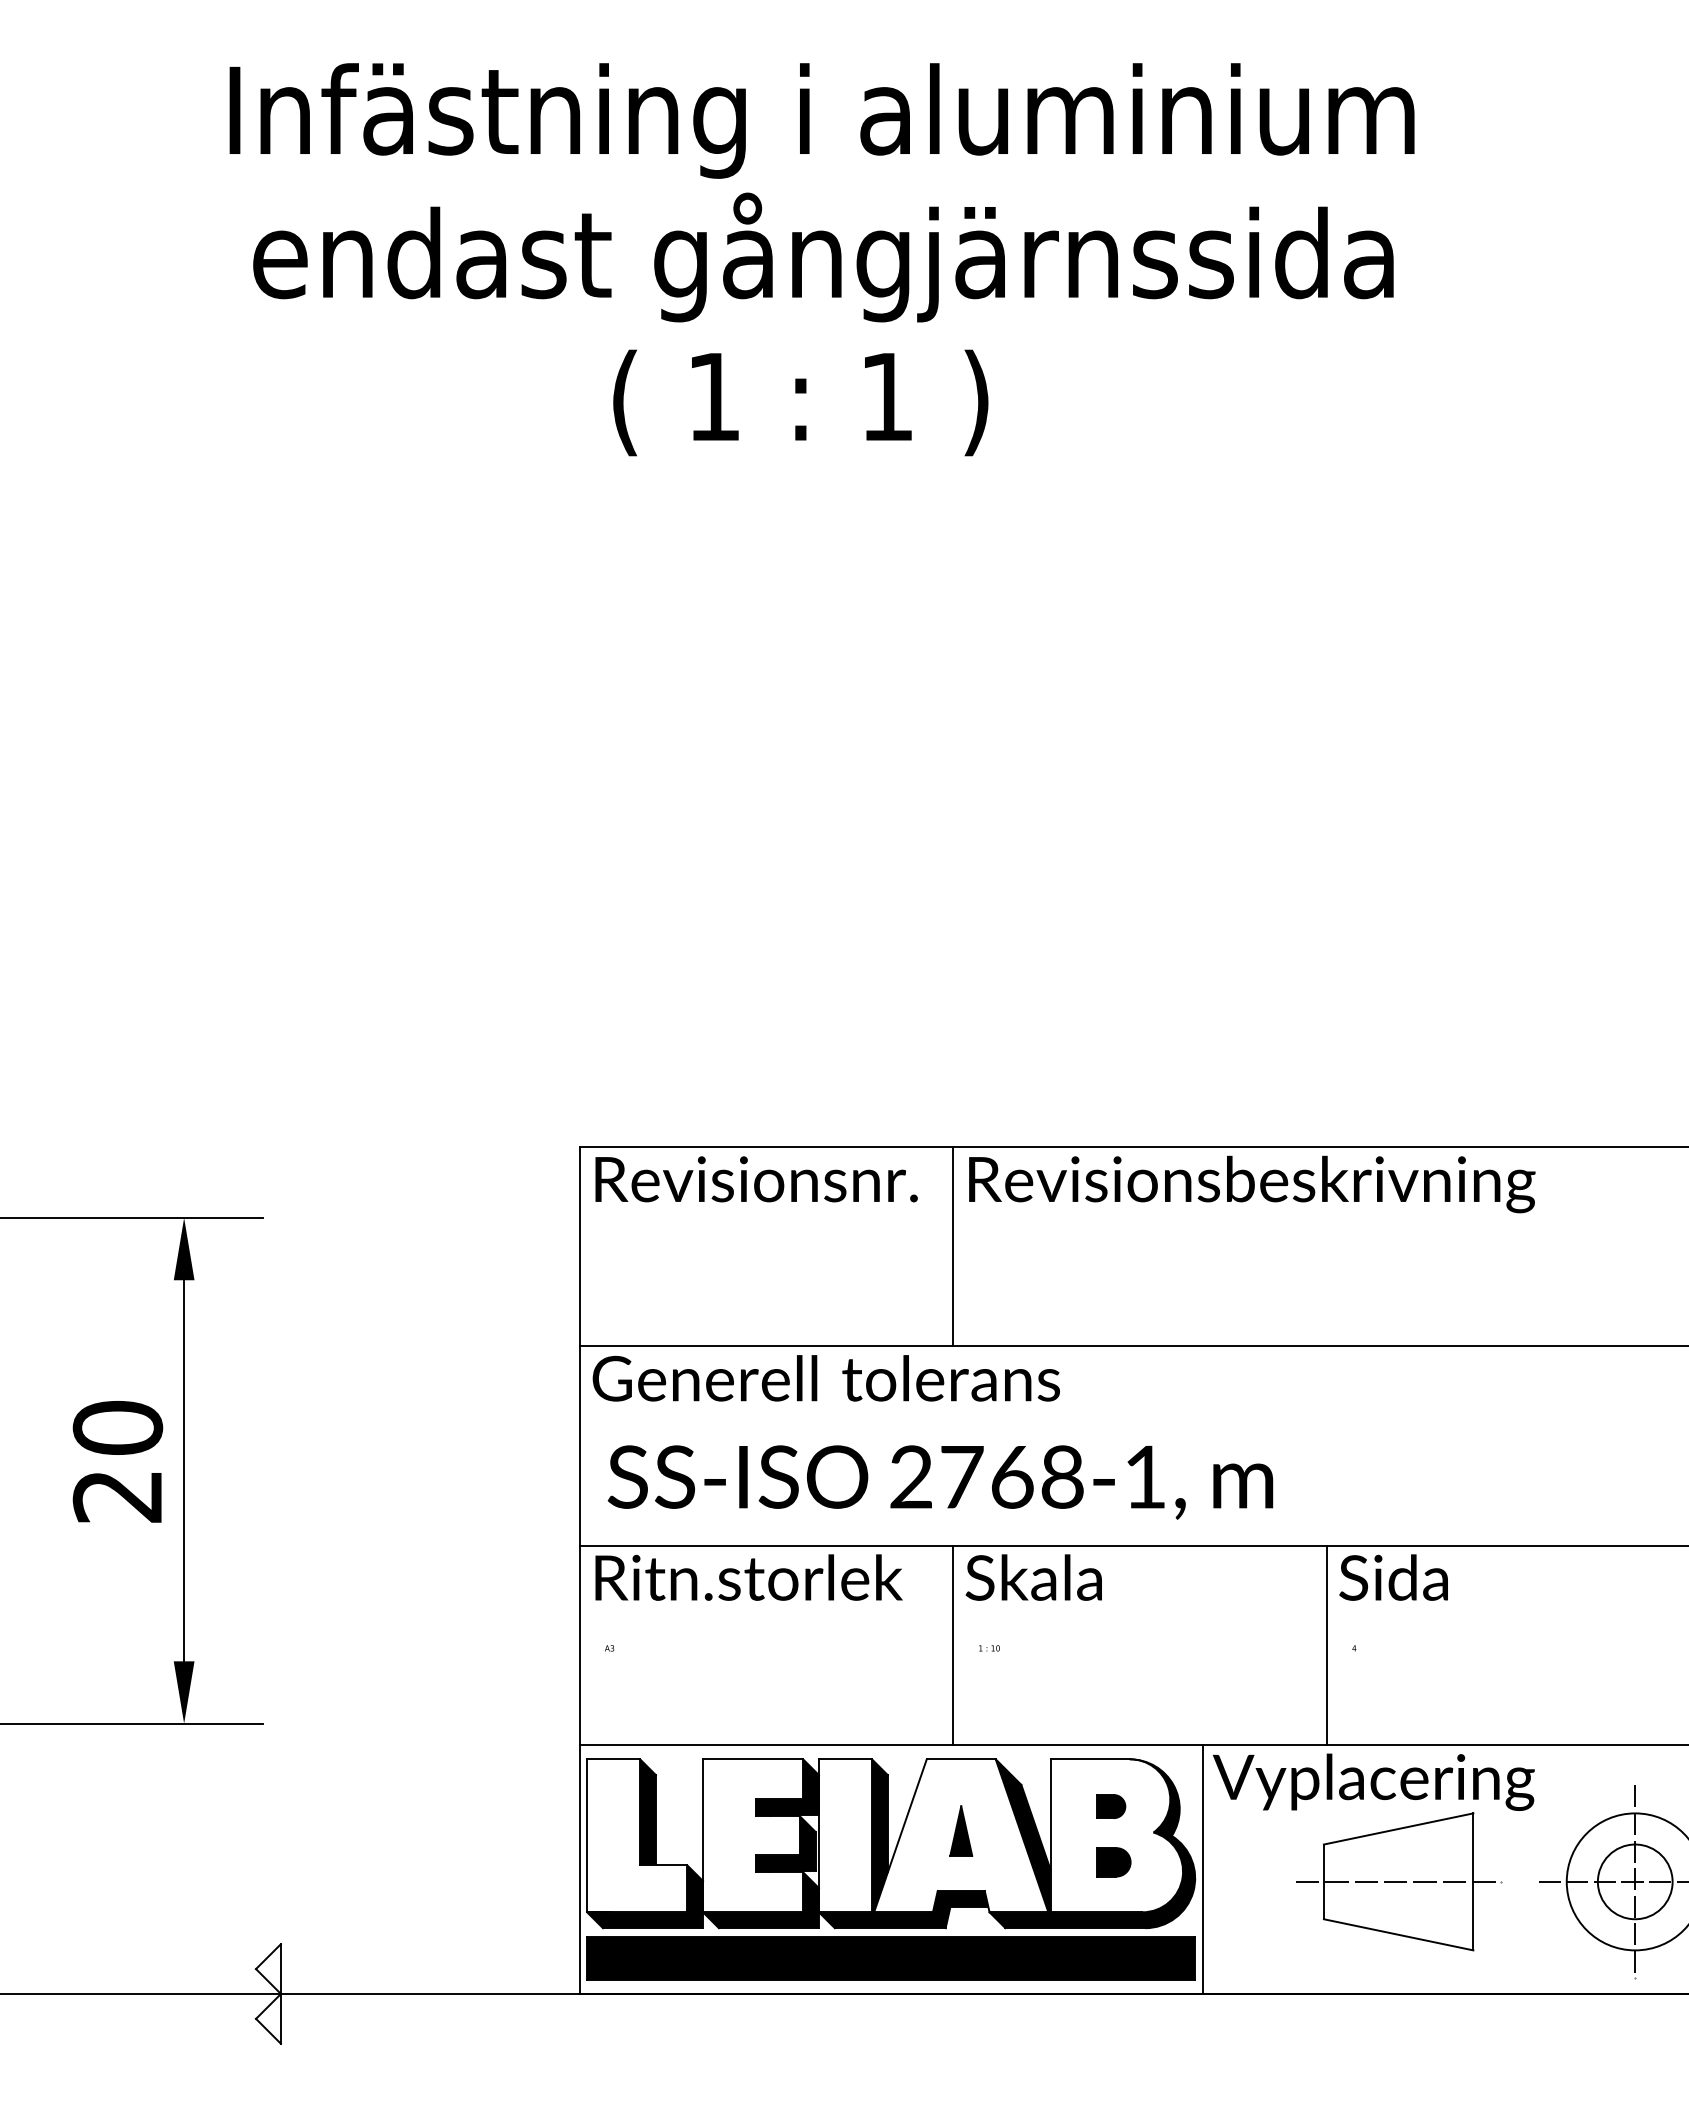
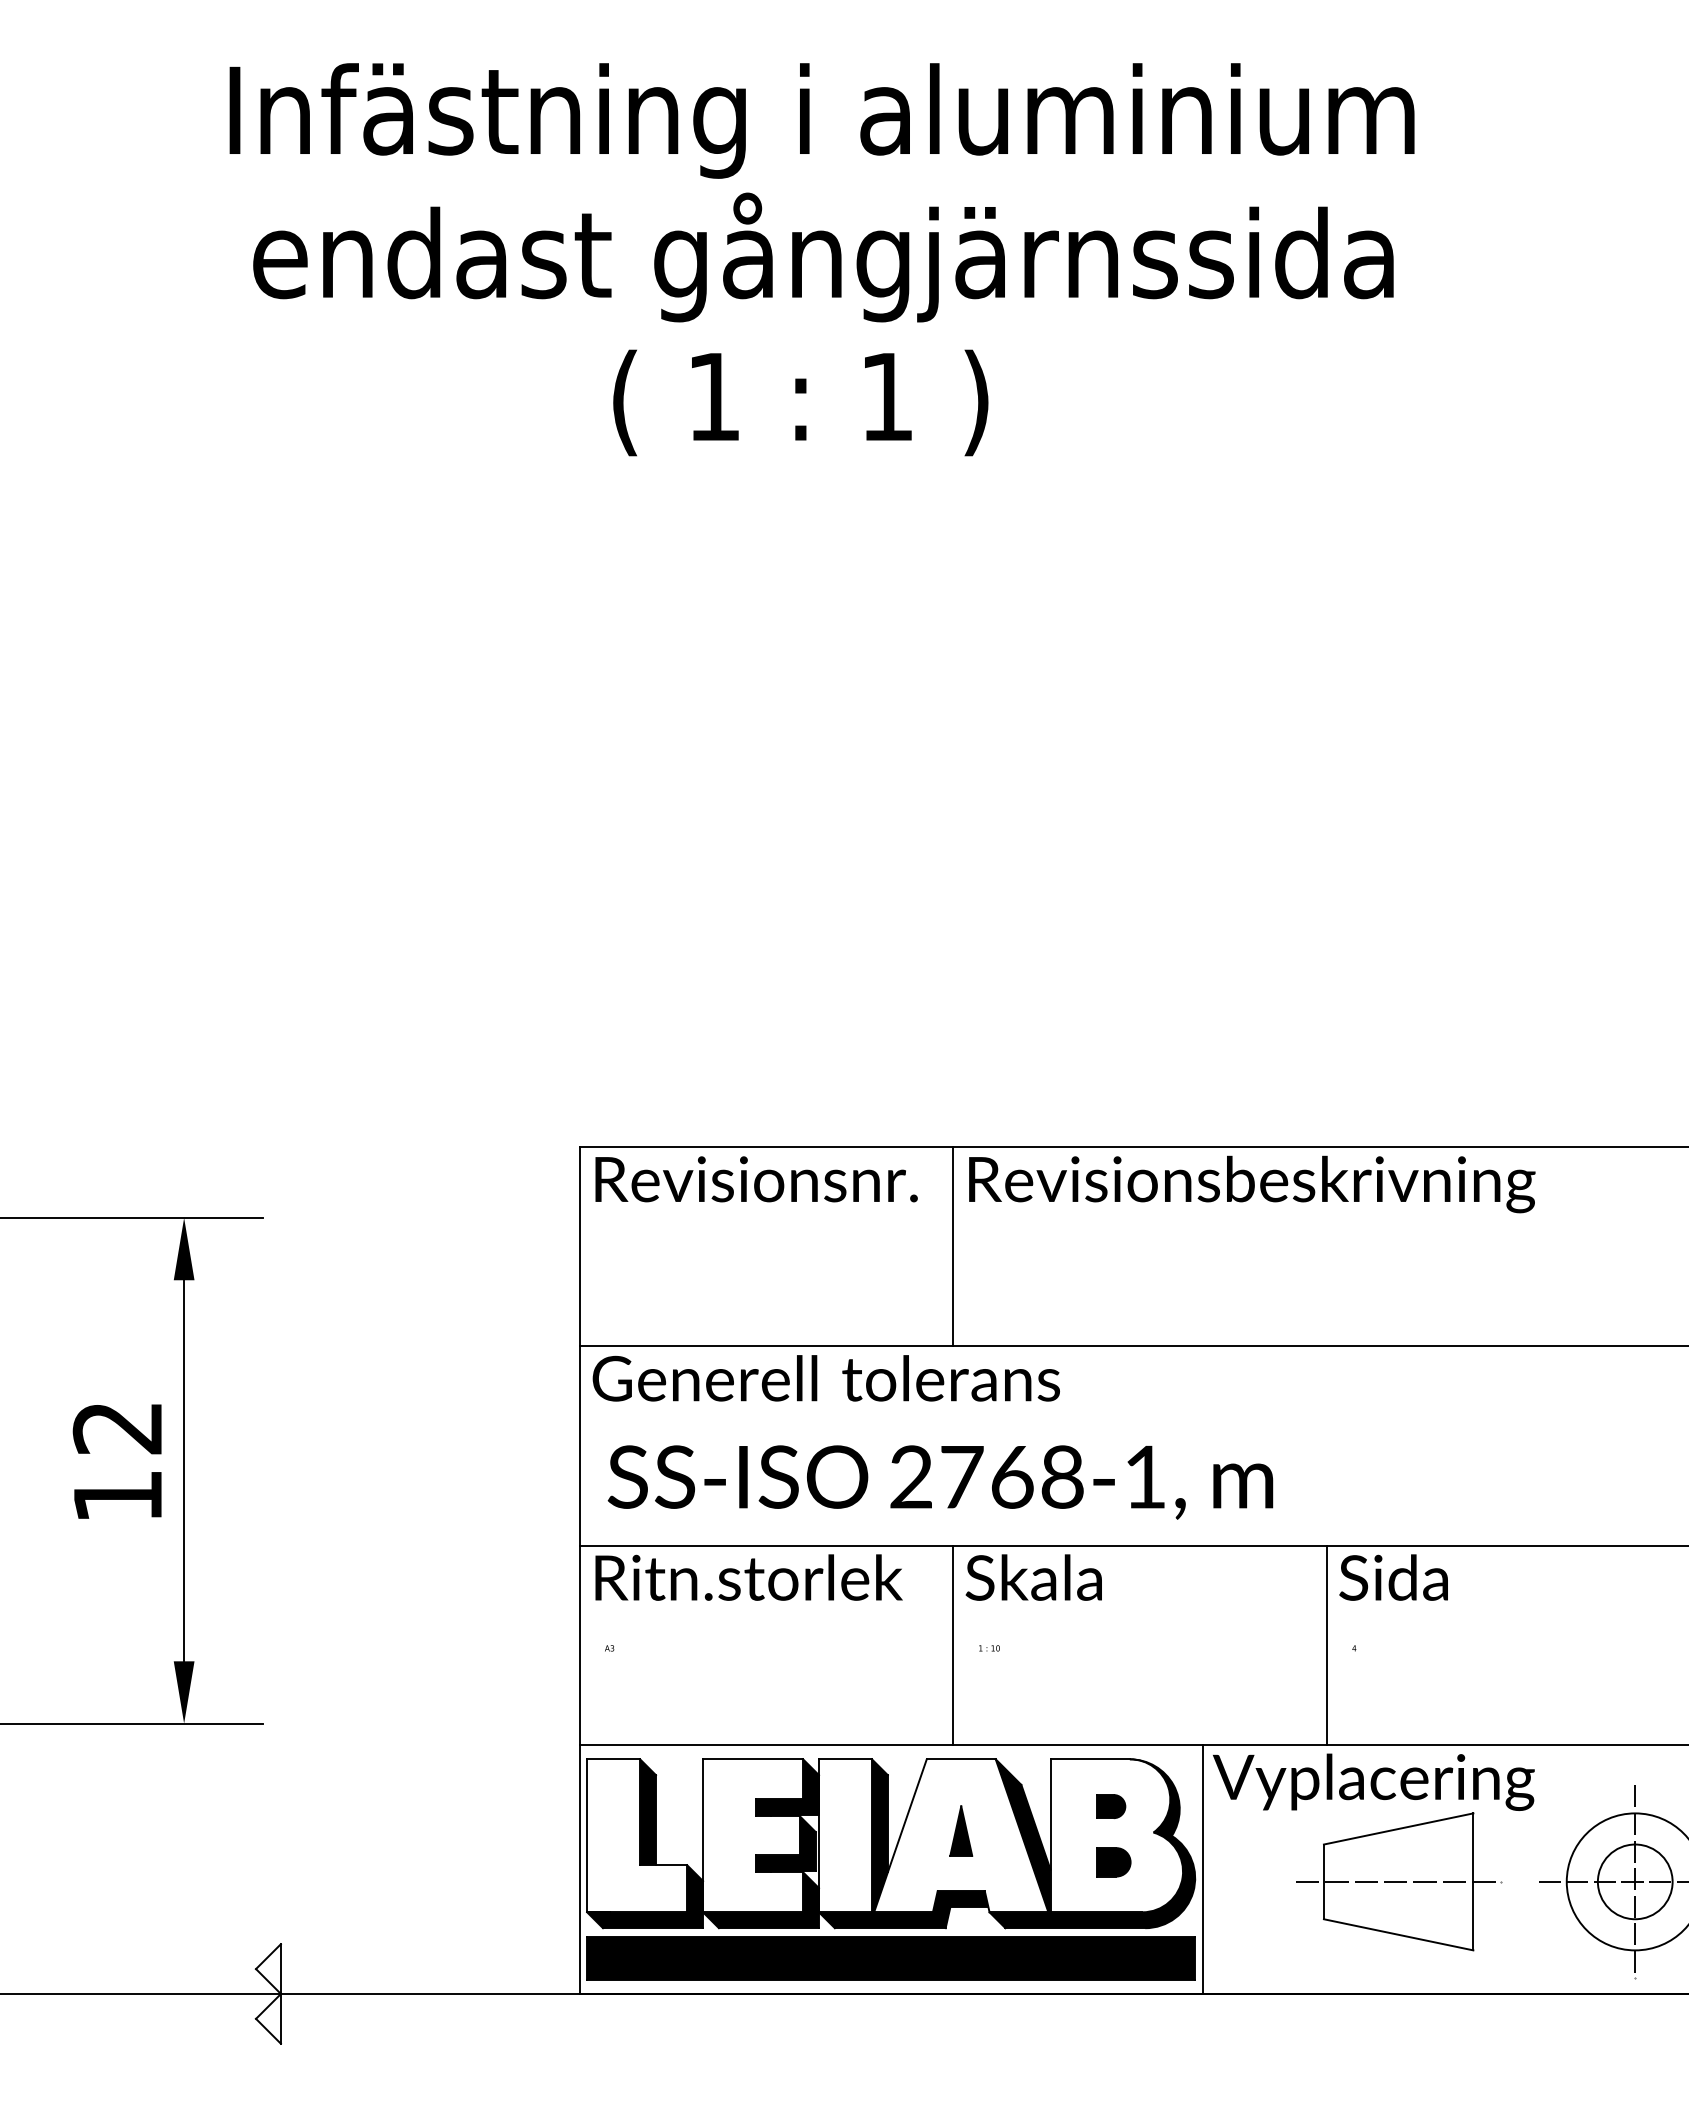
text at (117, 1461): 20 -> 12
